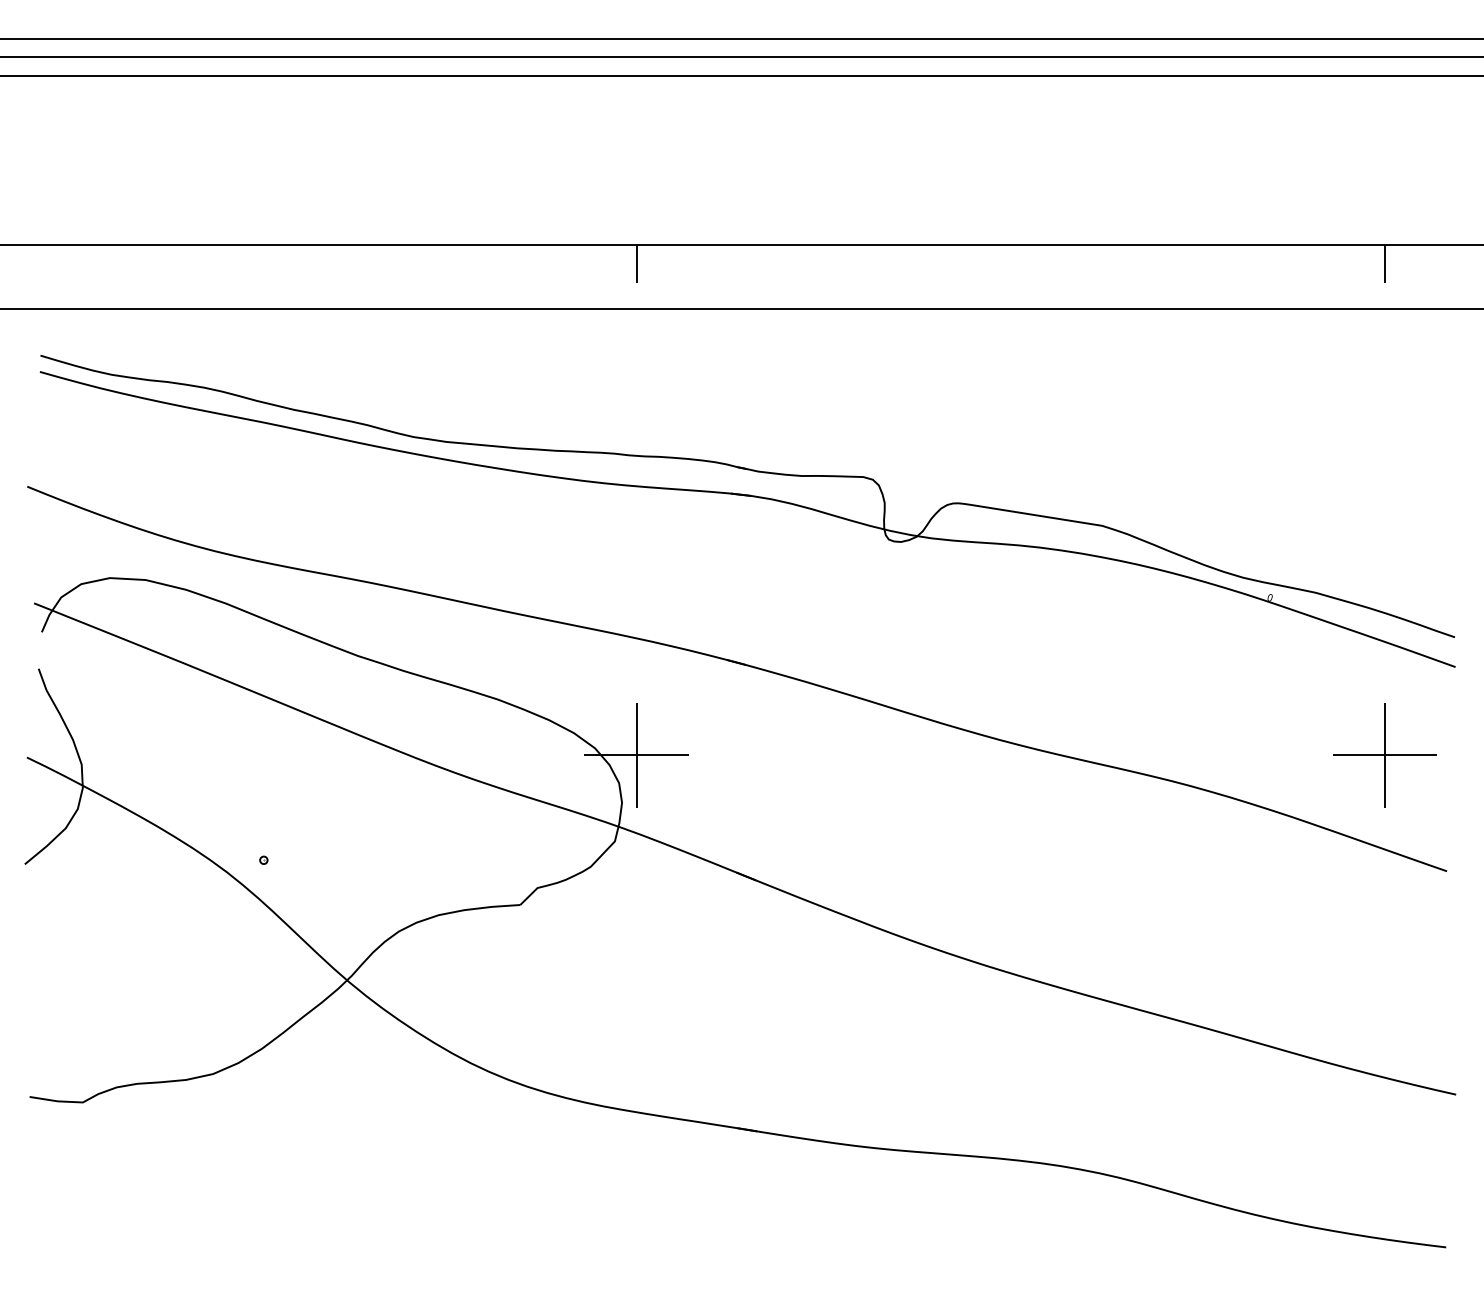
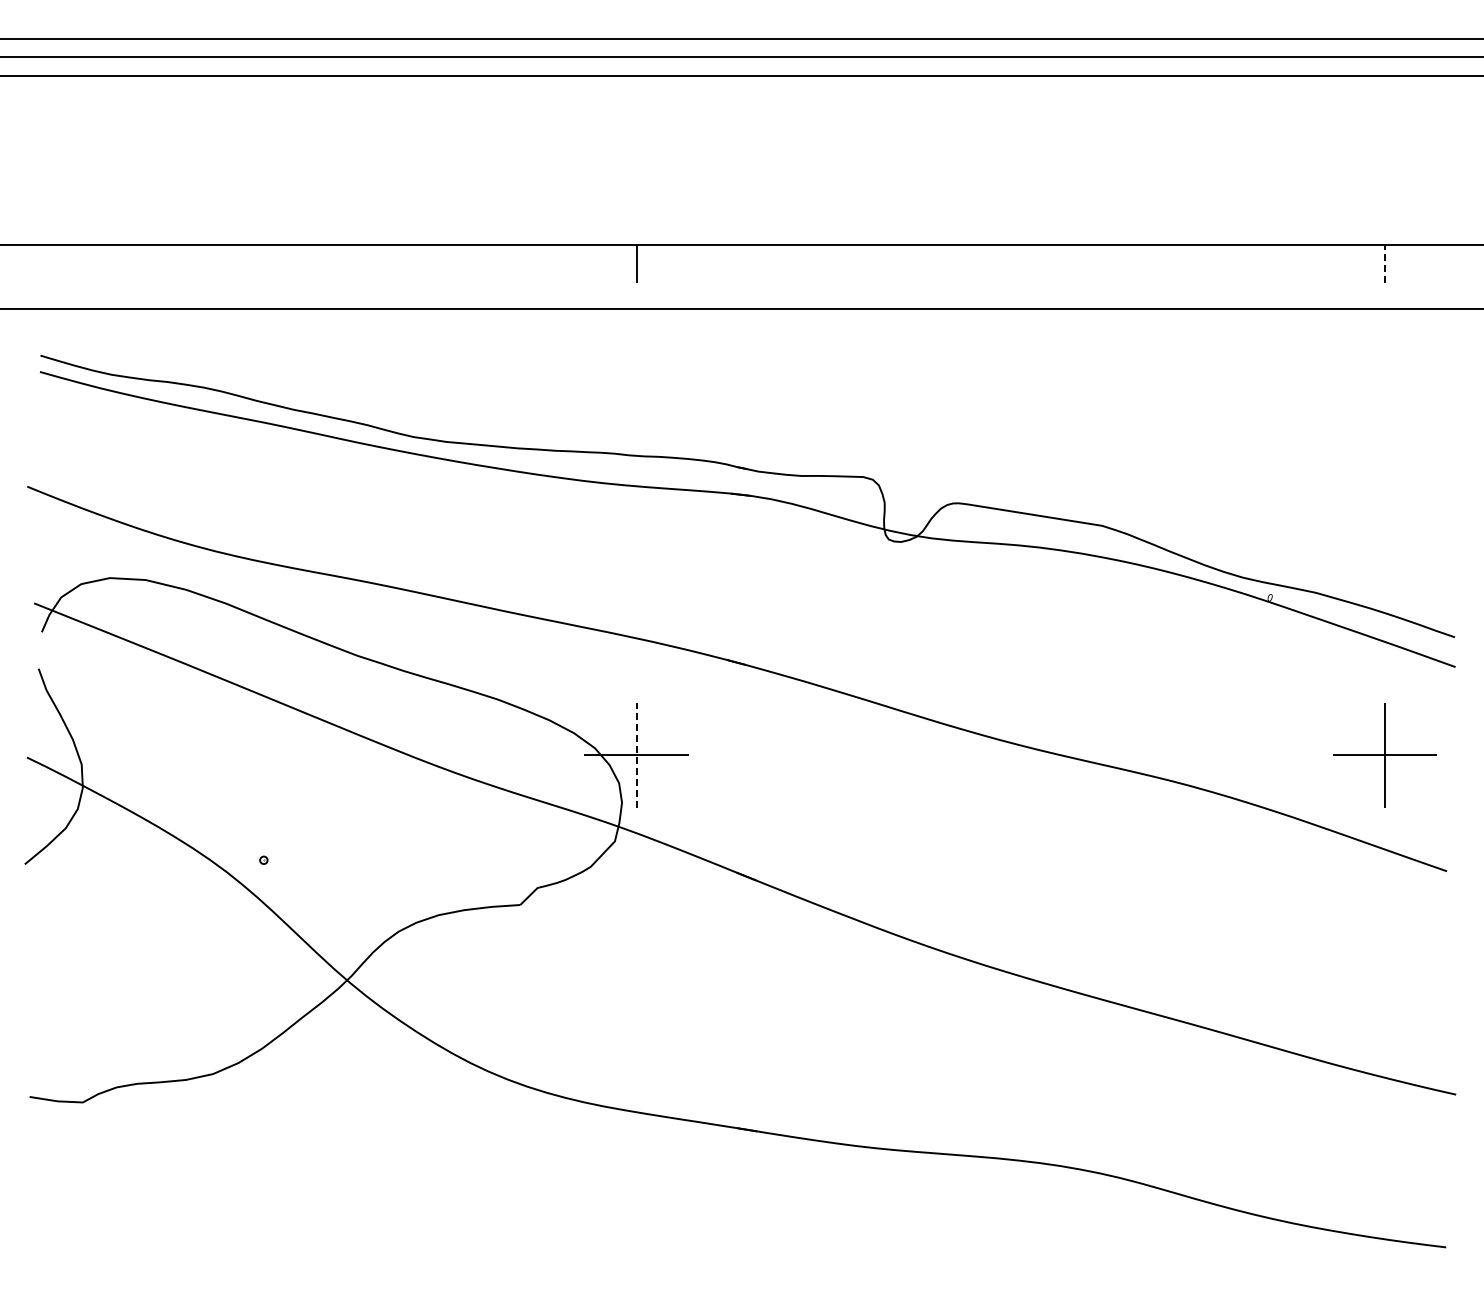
line at (1384, 263): solid -> dashed
line at (636, 755): solid -> dashed
